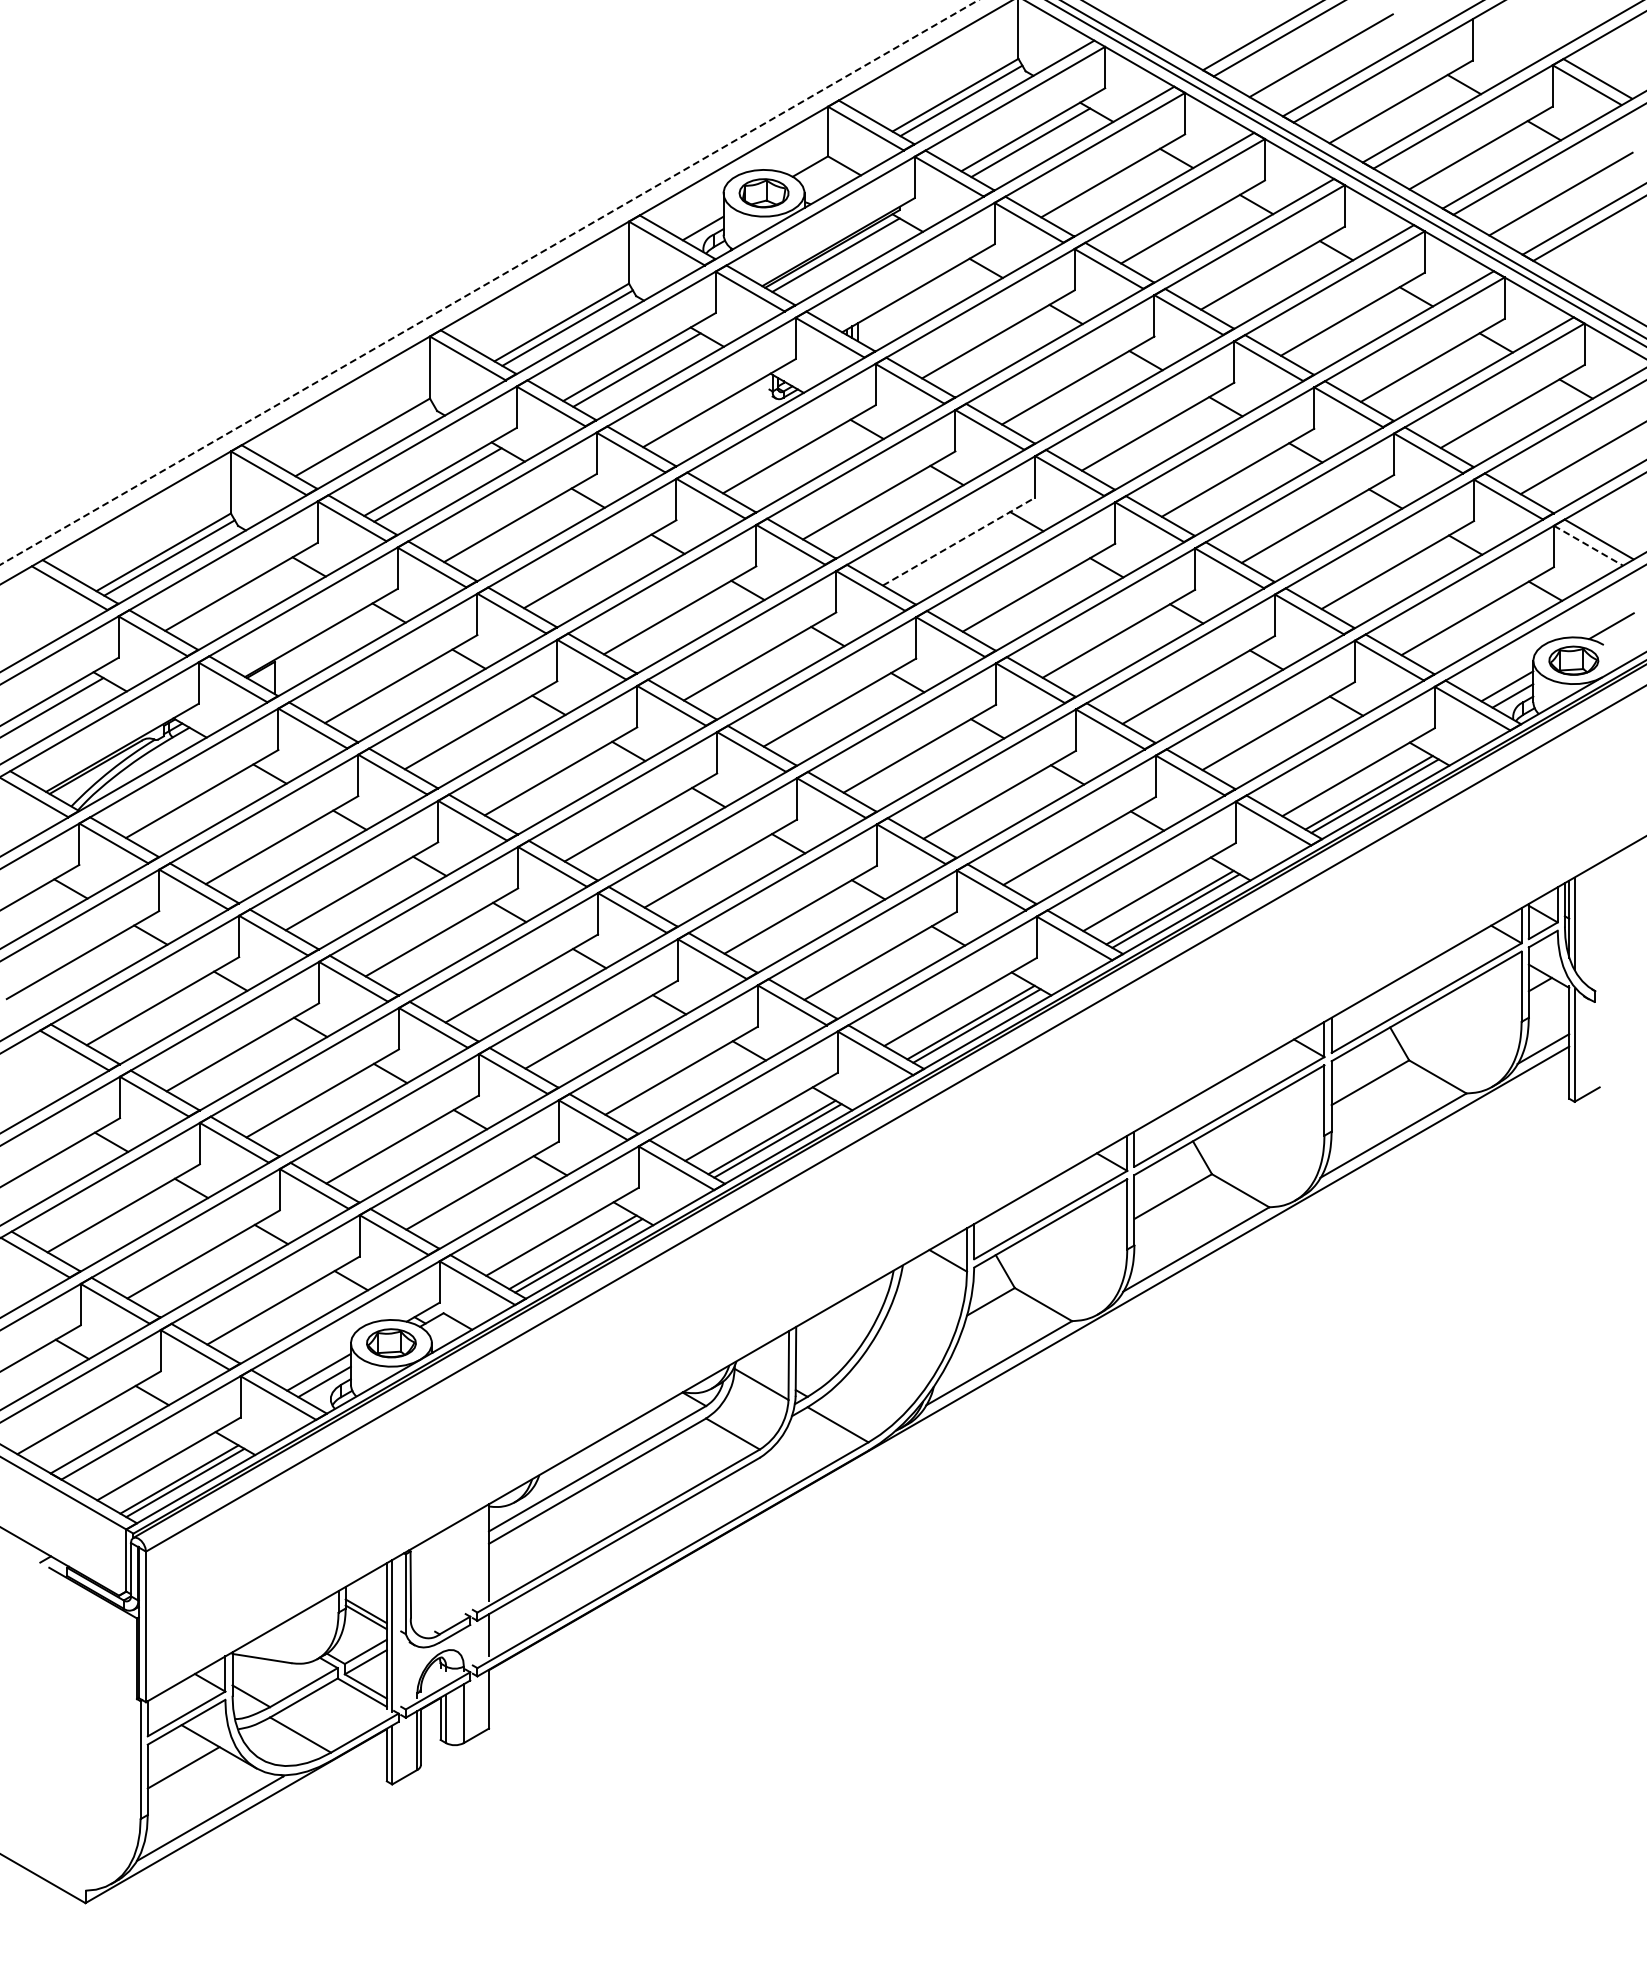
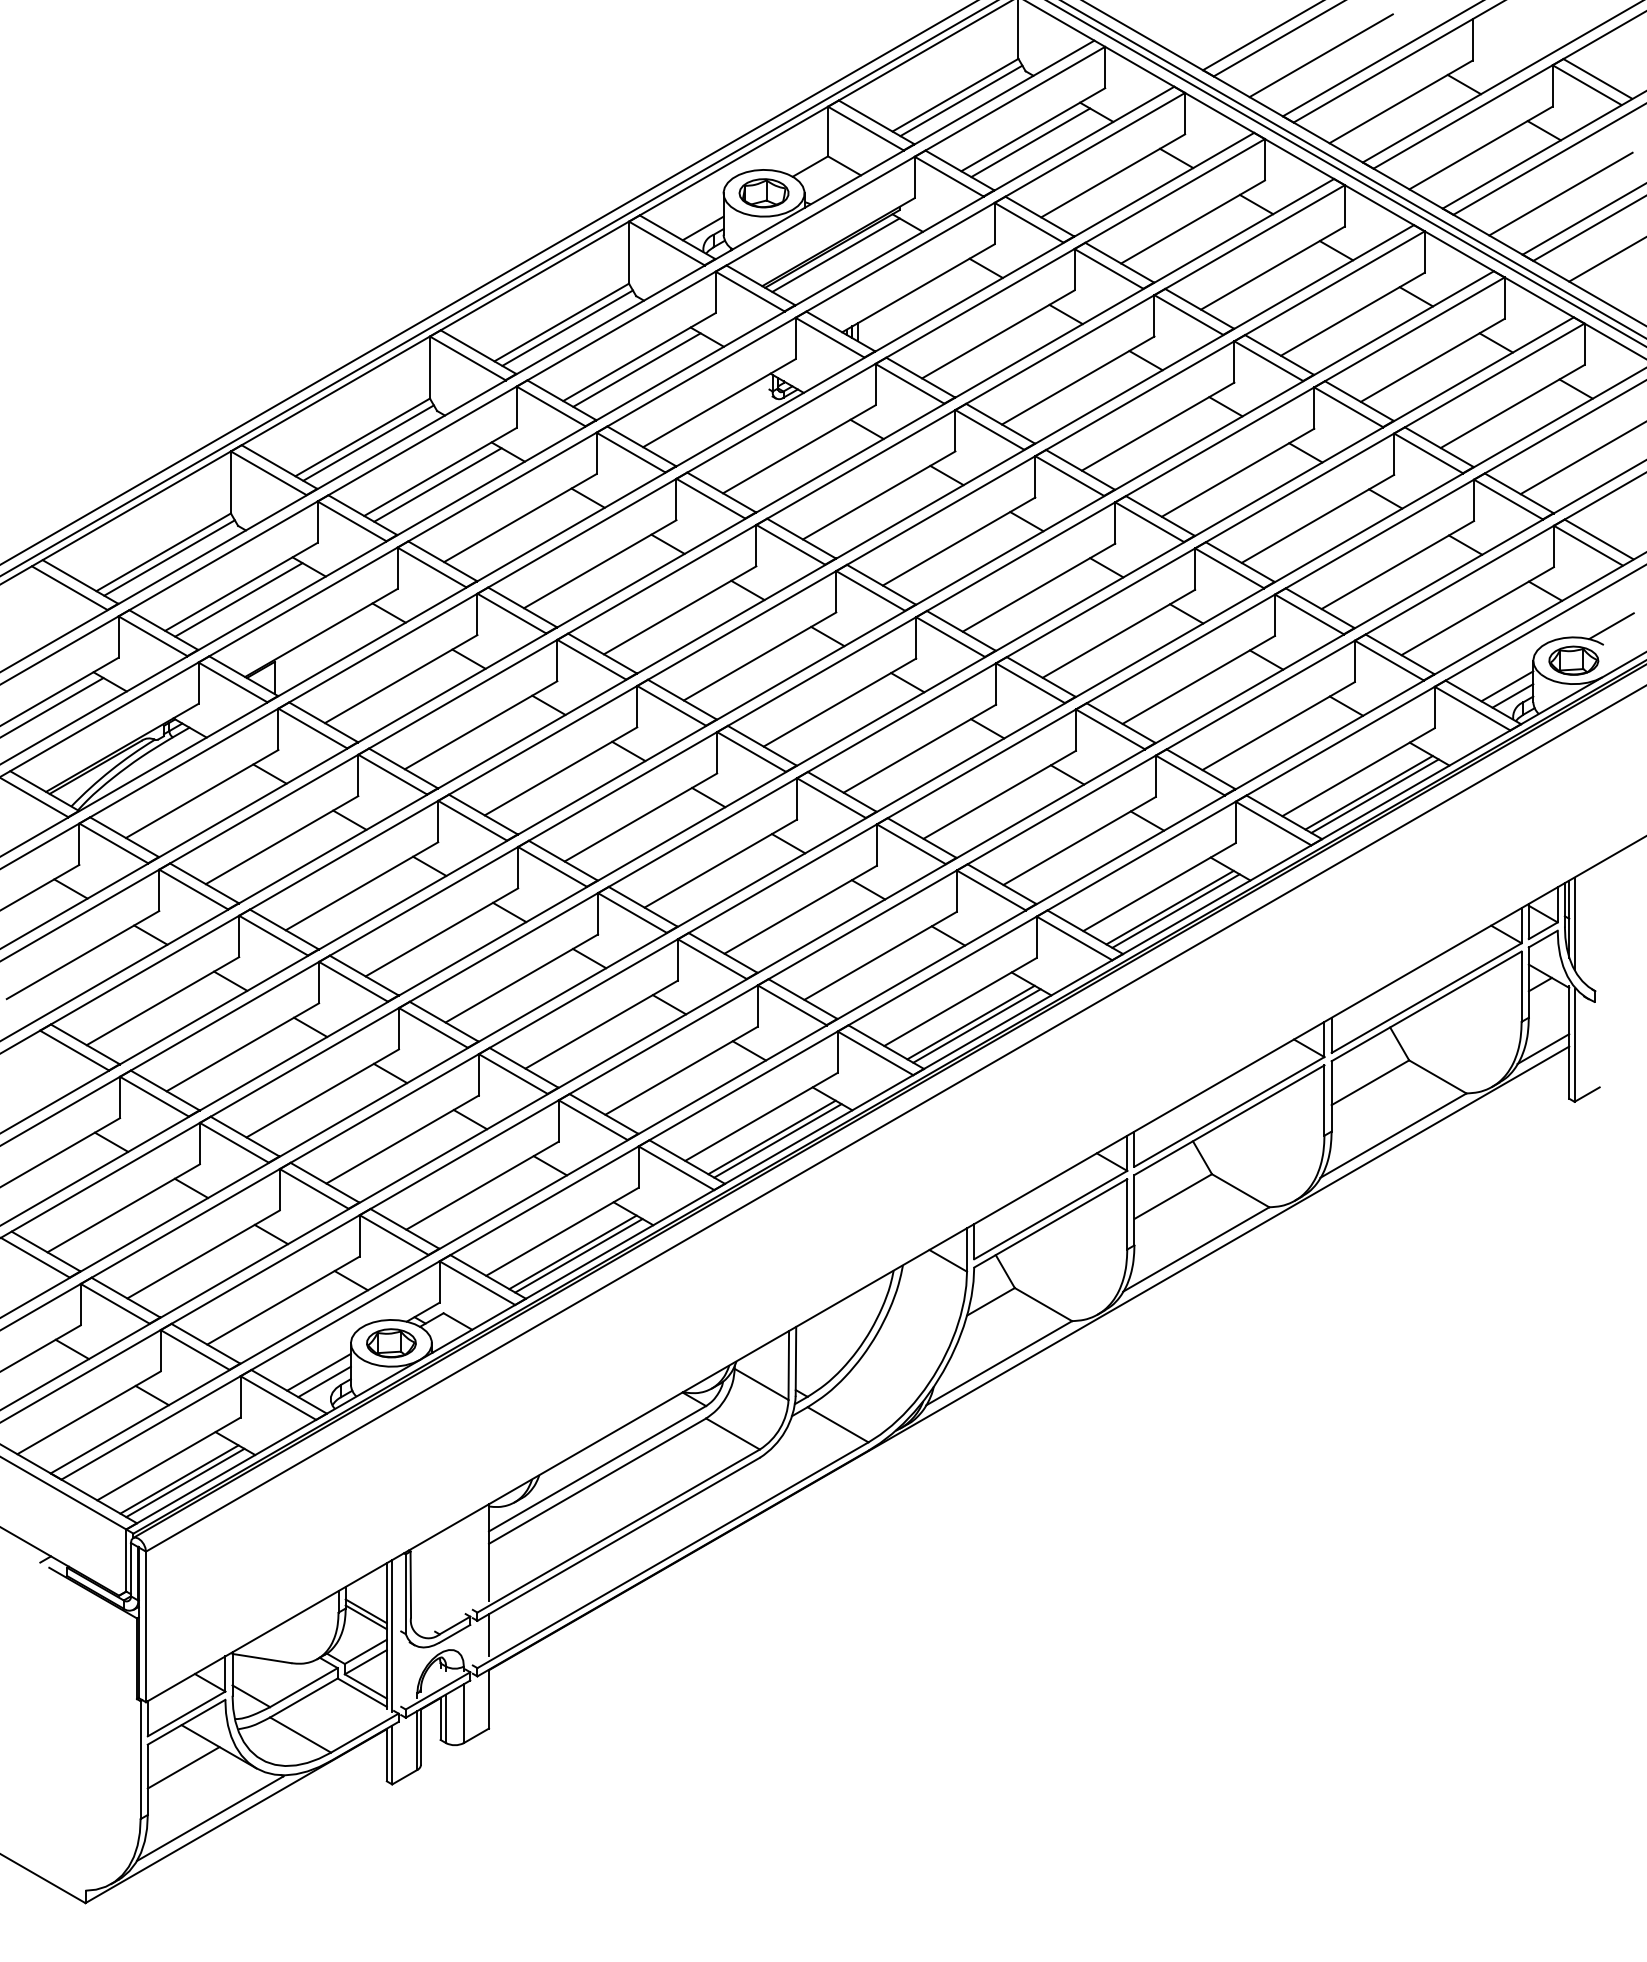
line at (1606, 259): none -> present
line at (489, 282): dashed -> solid
line at (498, 288): none -> present
line at (368, 442): none -> present
line at (959, 541): dashed -> solid
line at (1588, 545): dashed -> solid
line at (238, 599): none -> present
